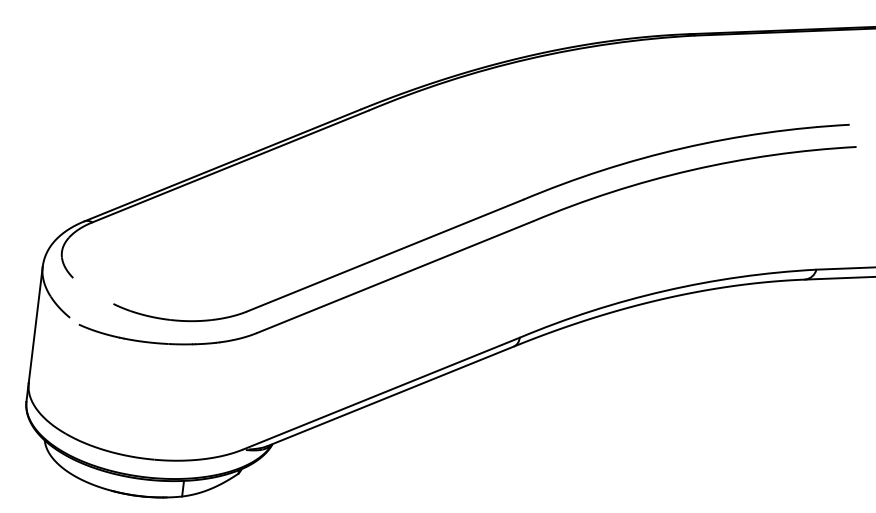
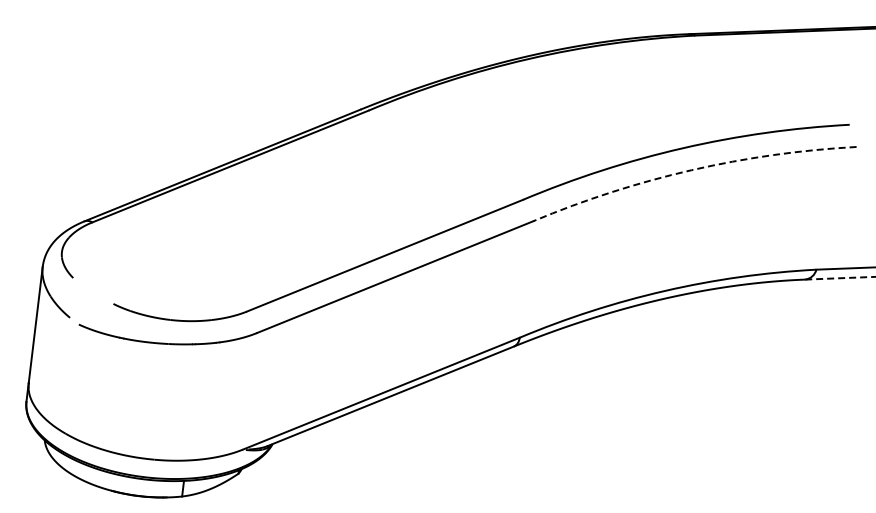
arc at (691, 170): solid -> dashed
line at (840, 278): solid -> dashed
